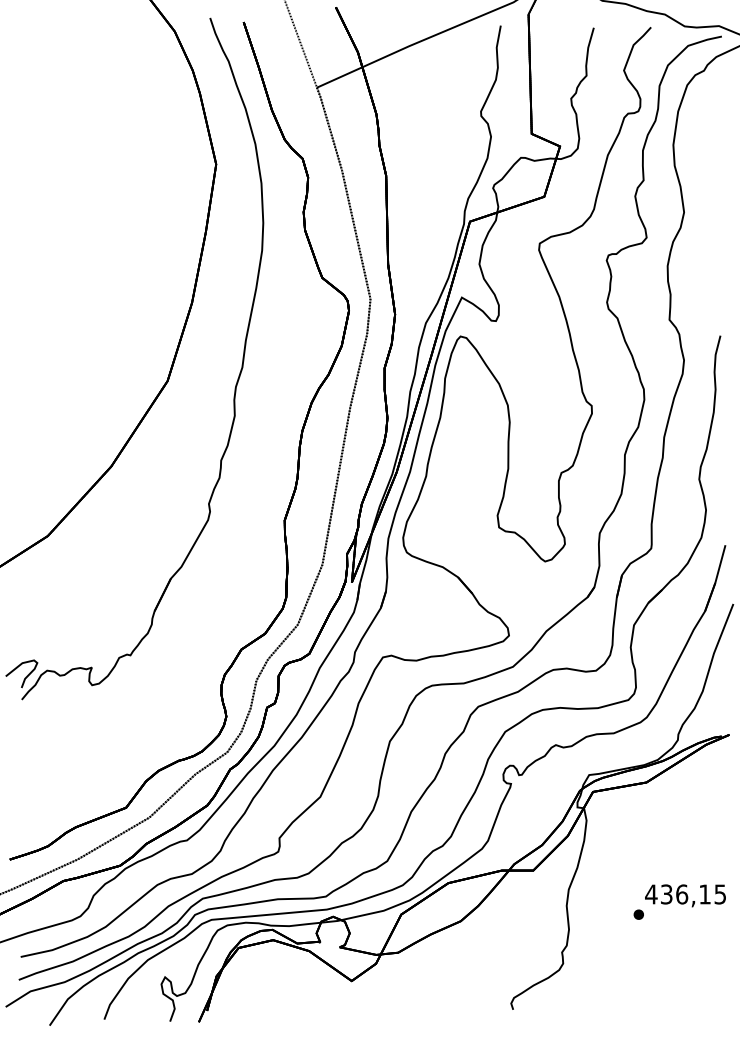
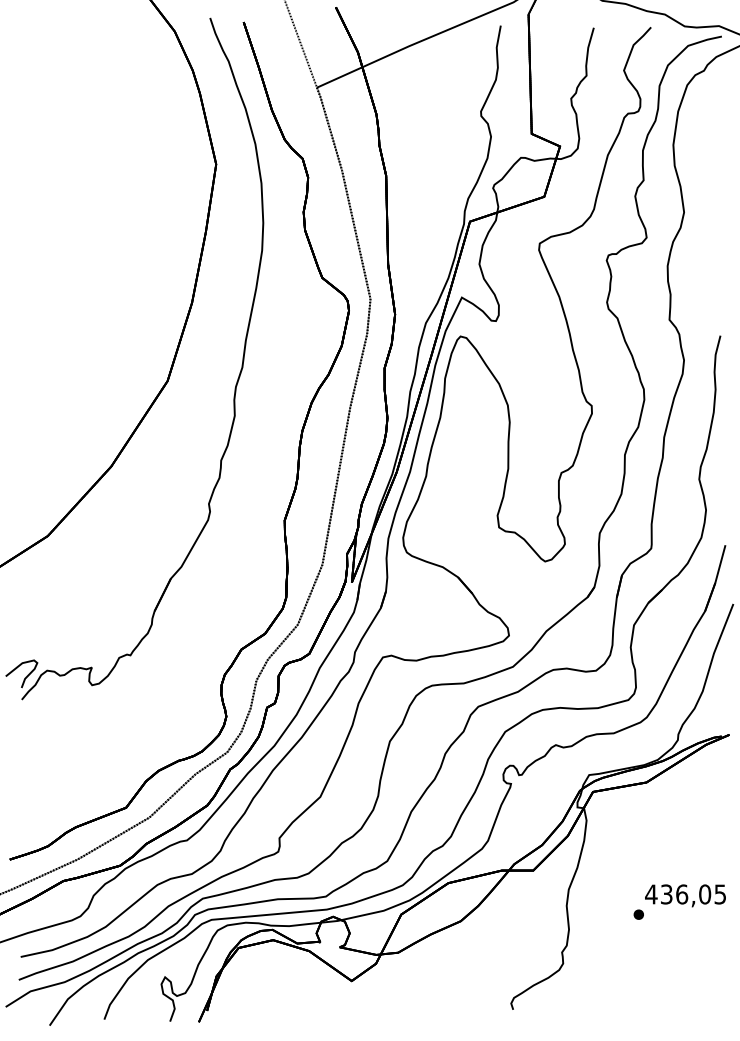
text at (705, 894): 436,15 -> 436,05
